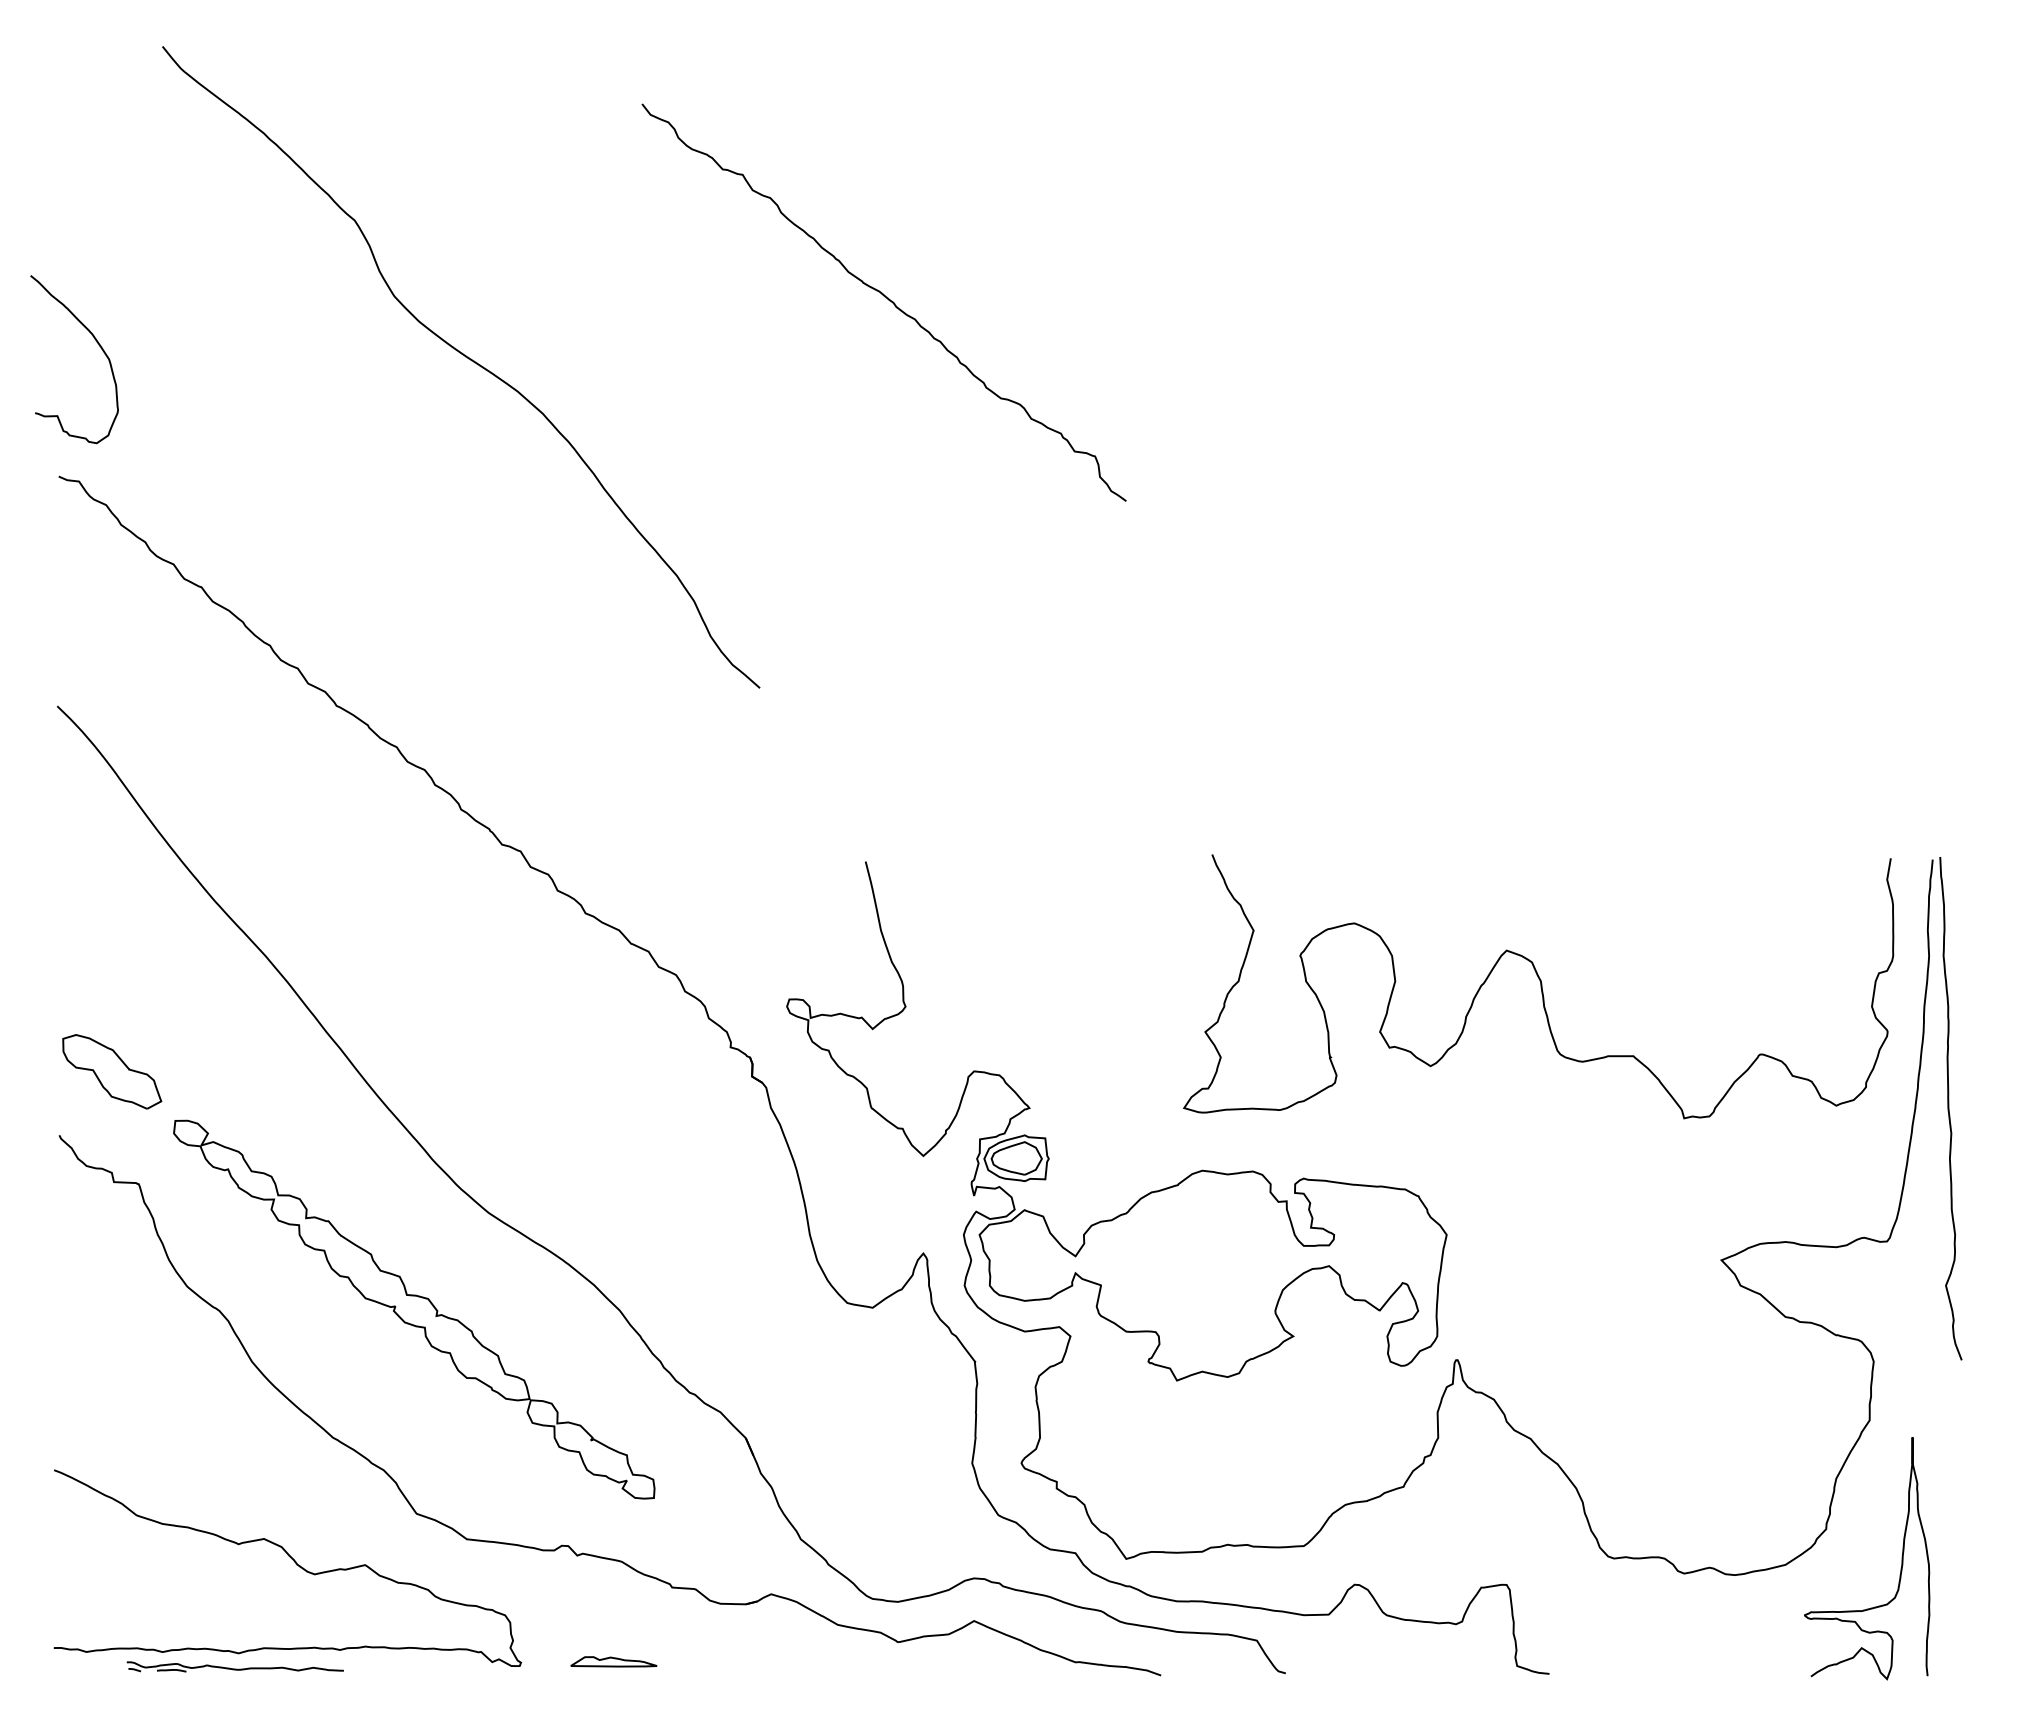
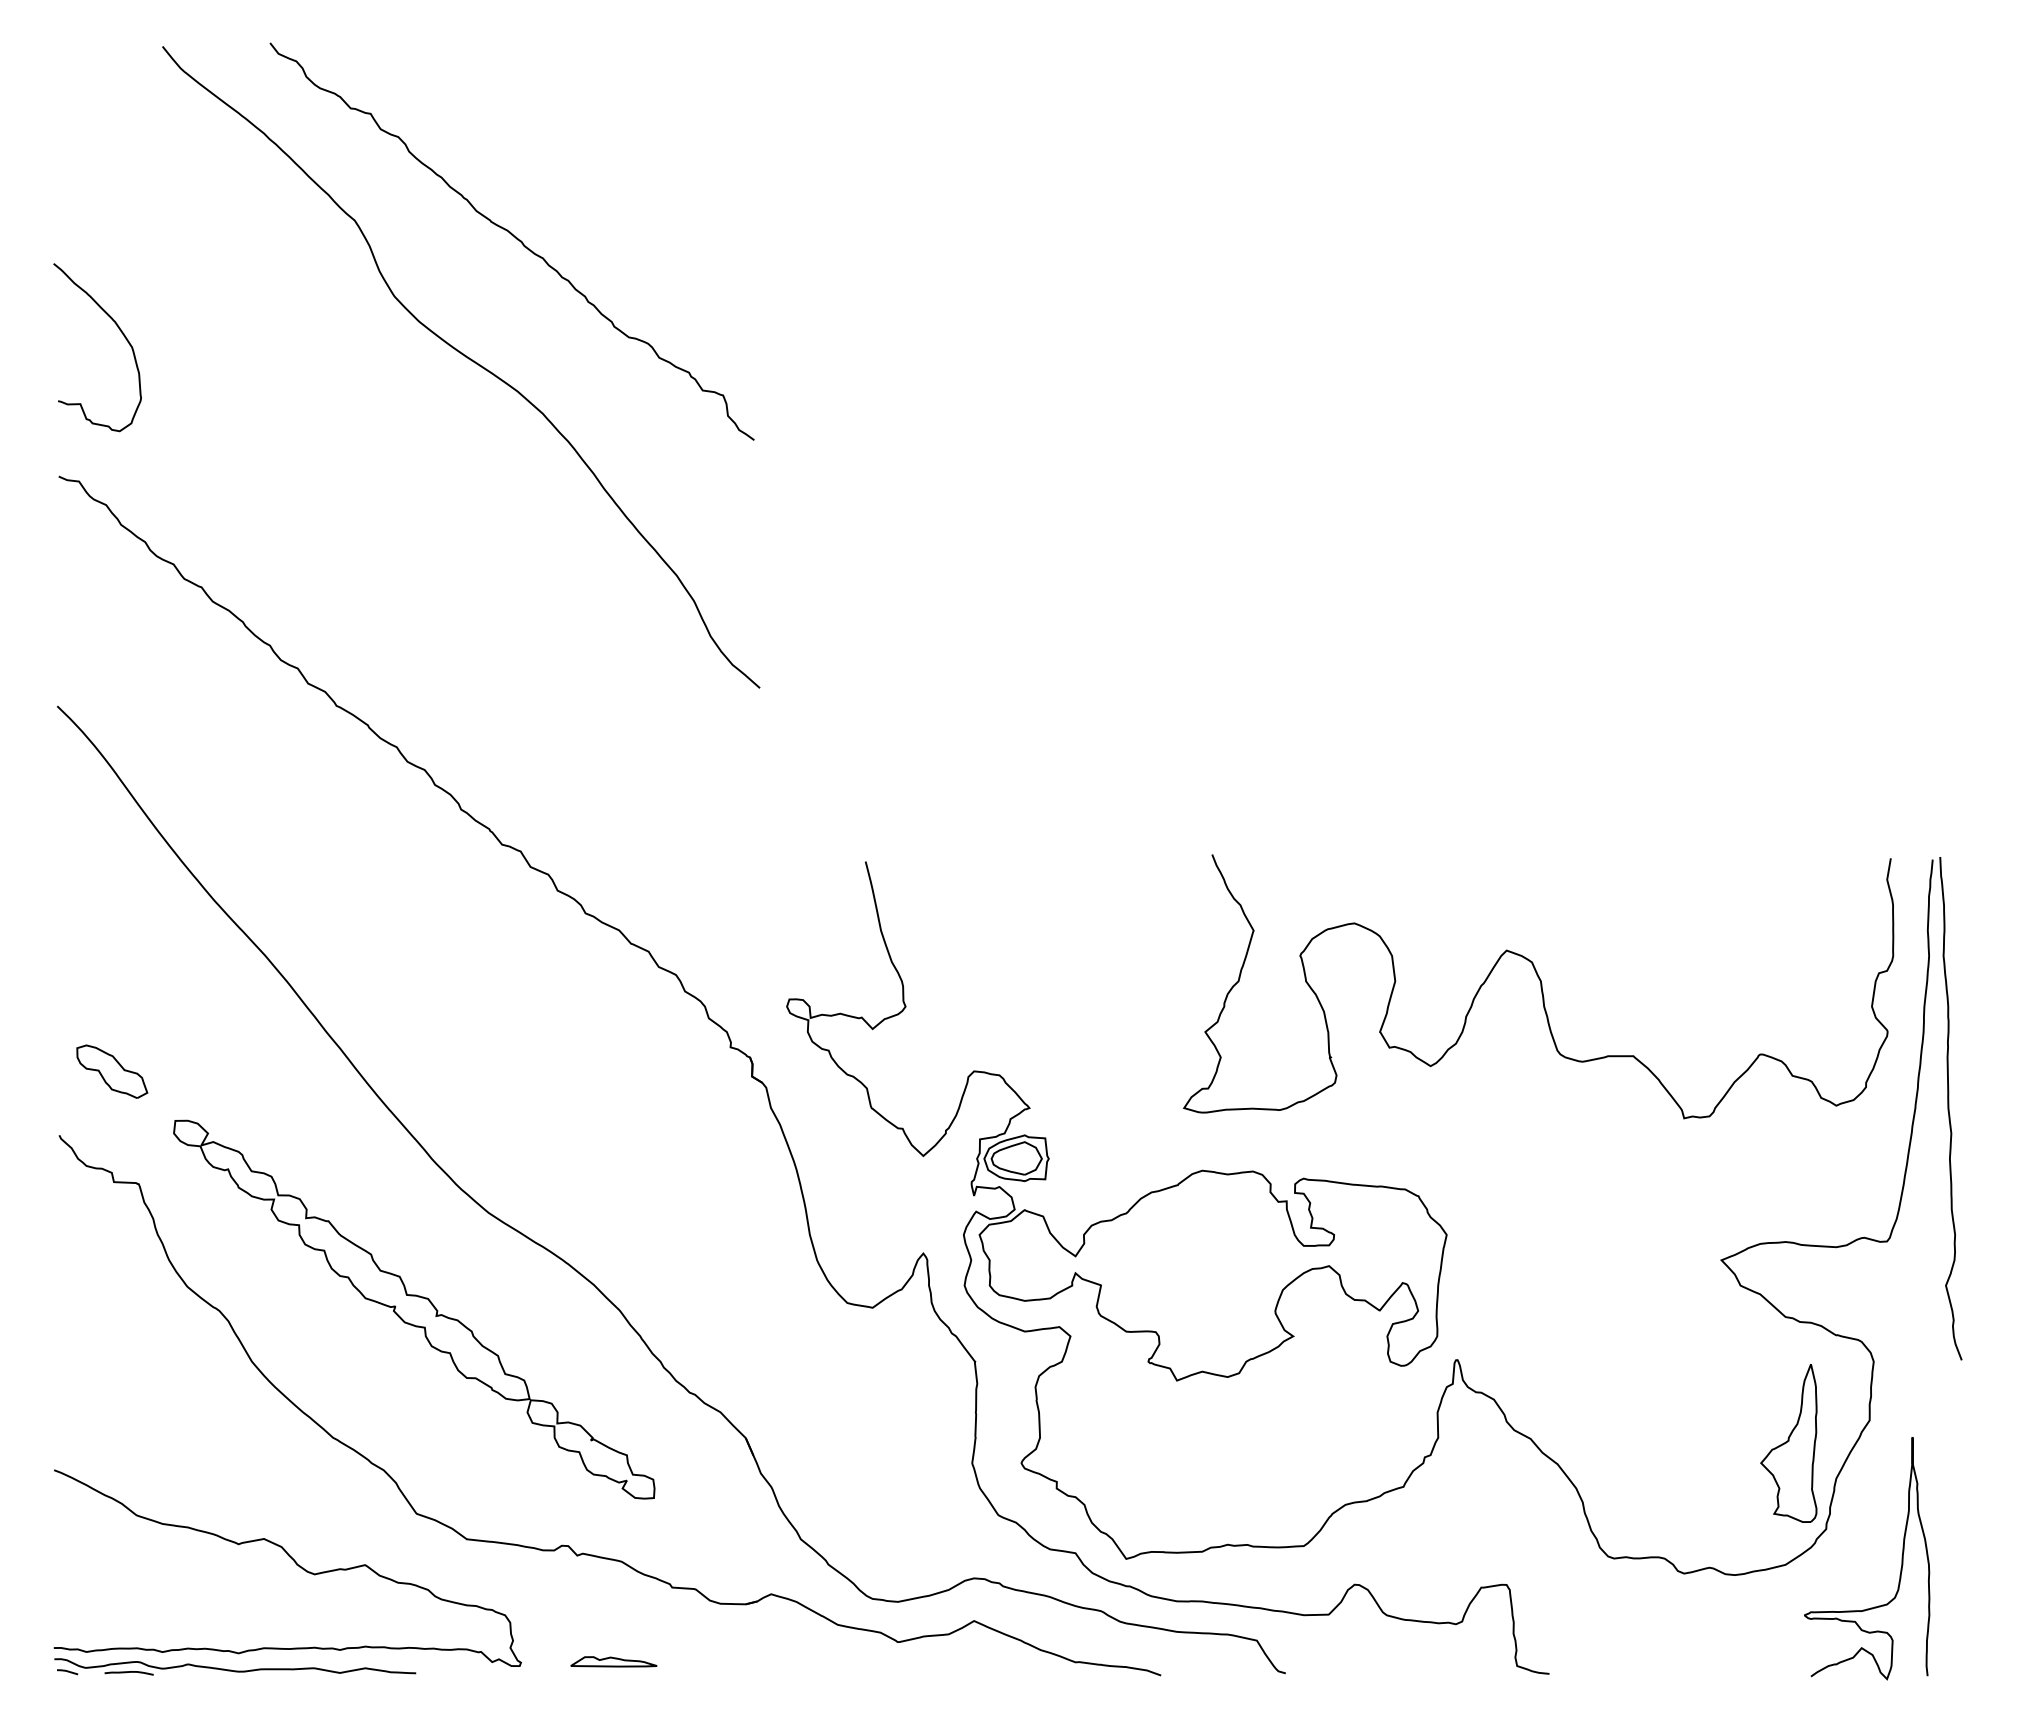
curve at (886, 298) position: (886, 298) -> (514, 237)
curve at (98, 345) position: (98, 345) -> (121, 333)
part at (112, 1071) size: 101x76 px -> 73x55 px
part at (1788, 1443): none -> present
part at (234, 1666) size: 218x12 px -> 363x18 px
